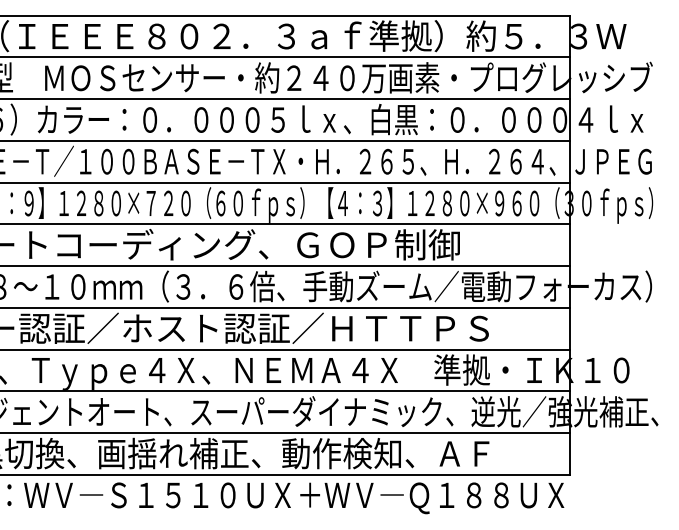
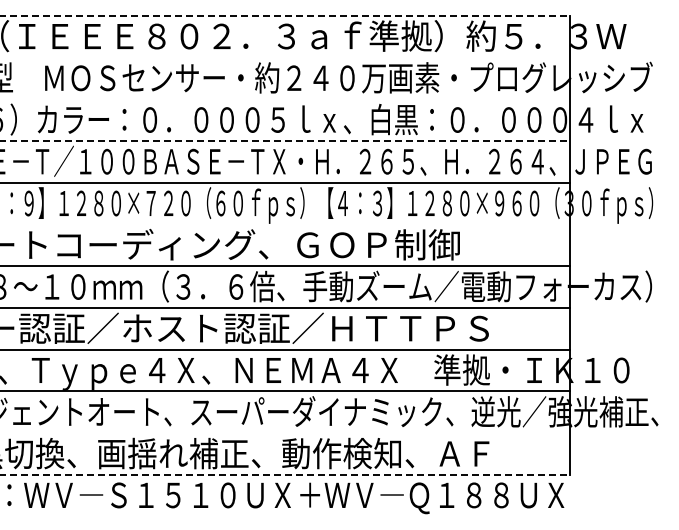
line at (284, 15): solid -> dashed
line at (285, 57): present -> none
line at (285, 99): present -> none
line at (284, 140): solid -> dashed
line at (285, 224): present -> none
line at (285, 433): present -> none
line at (284, 474): solid -> dashed
